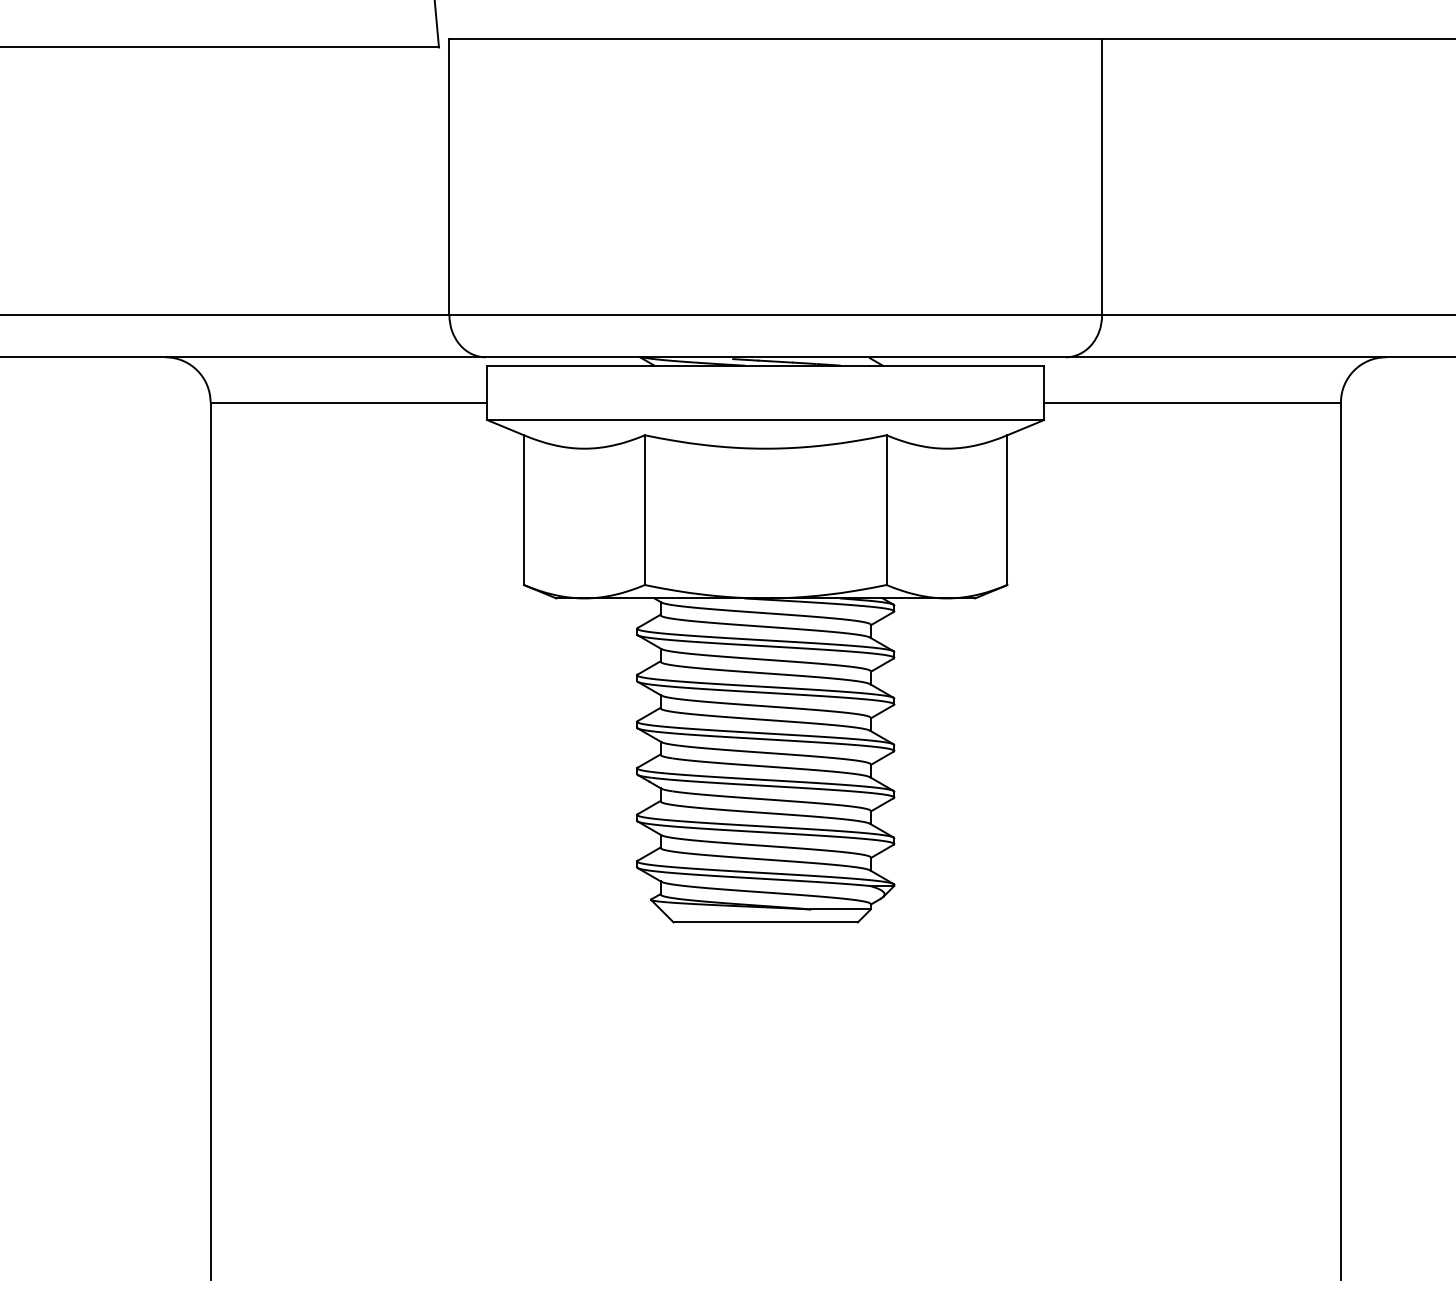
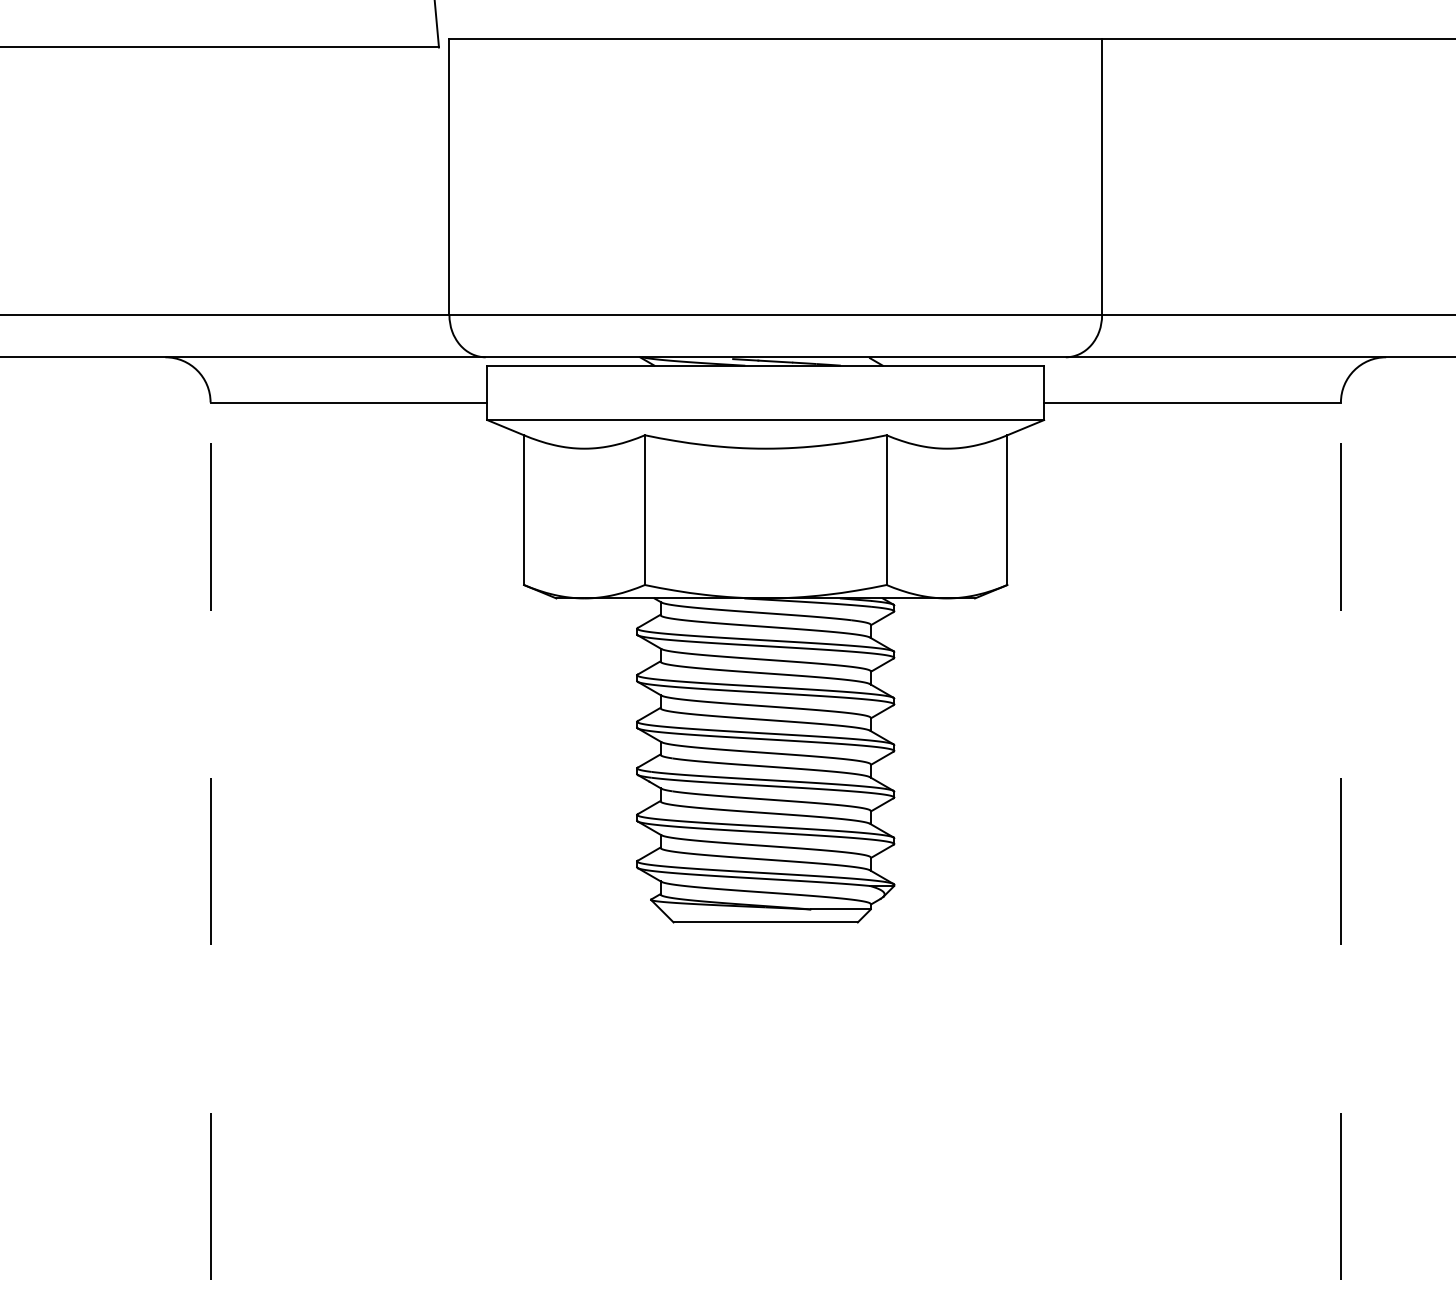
line at (210, 841): solid -> dashed
line at (1340, 841): solid -> dashed
